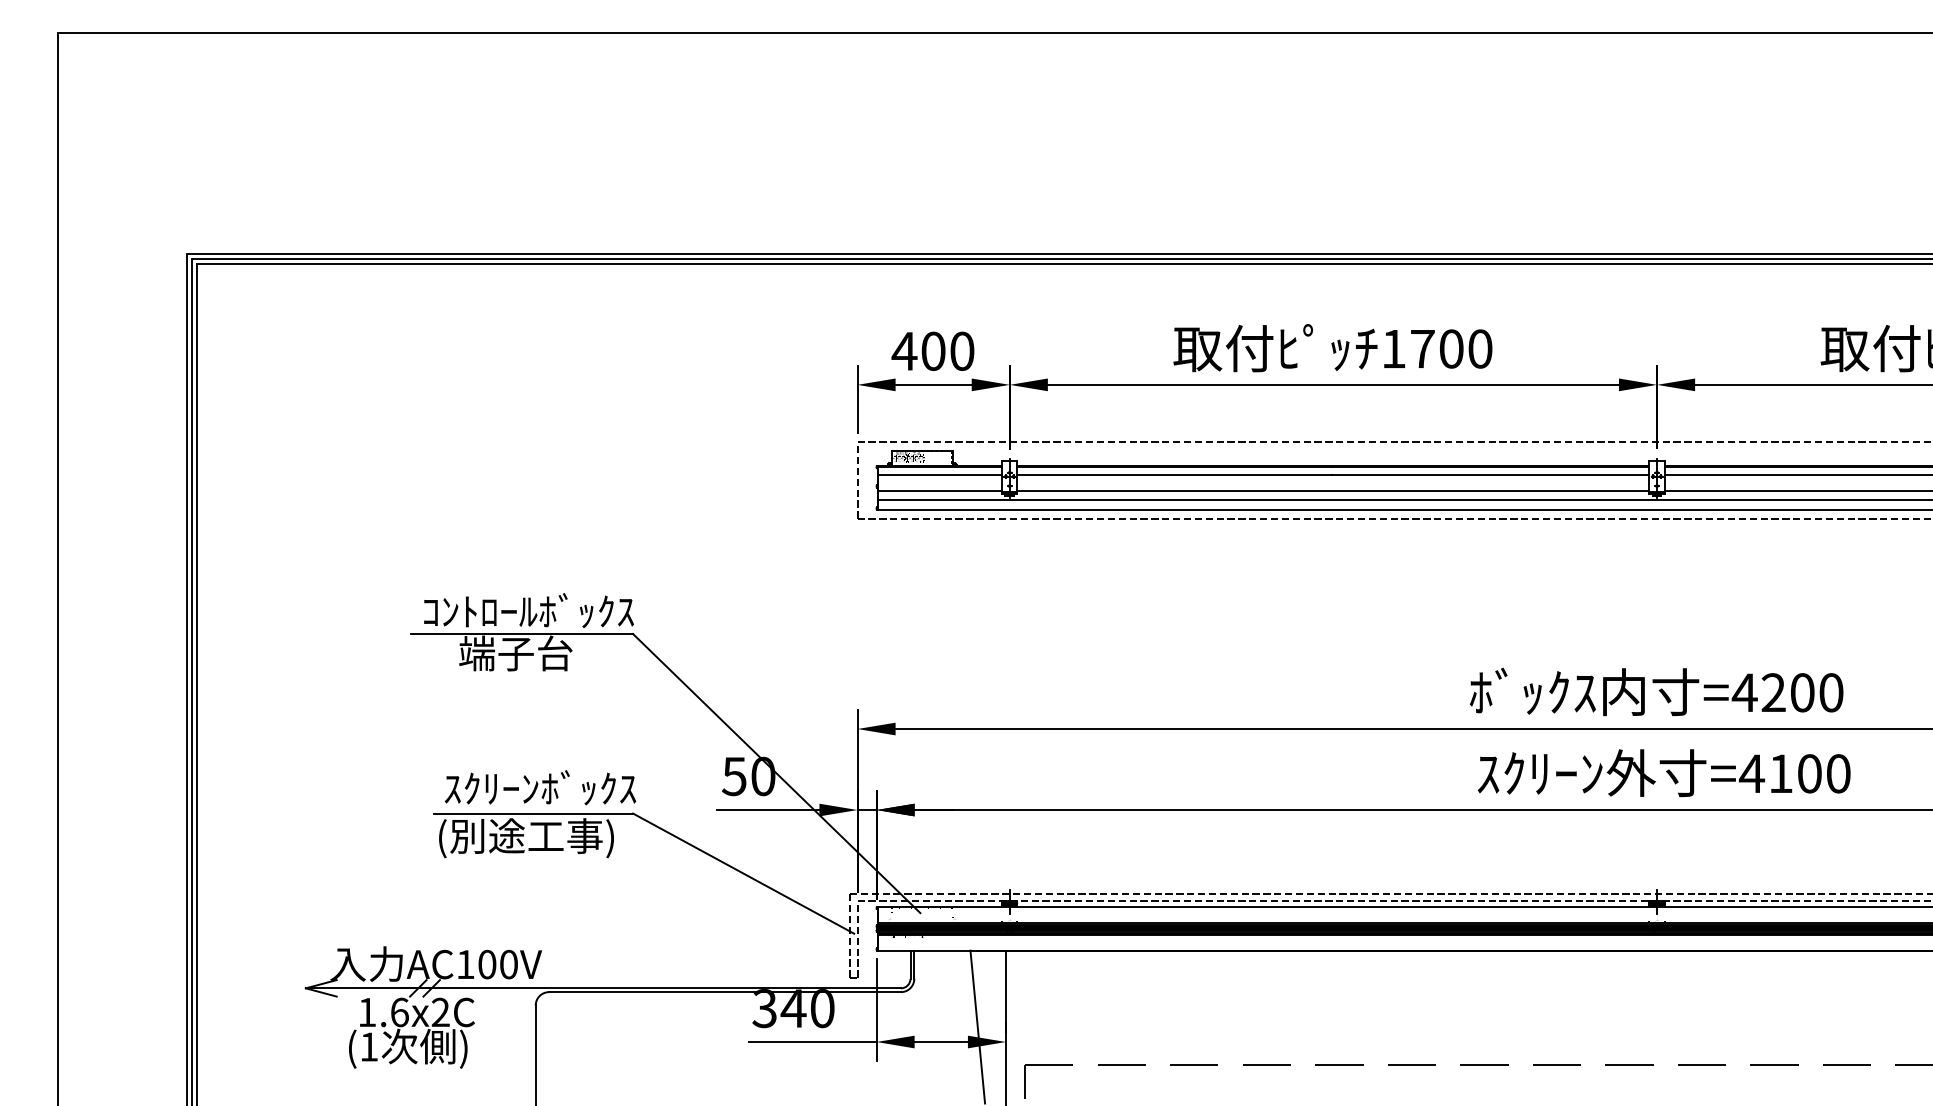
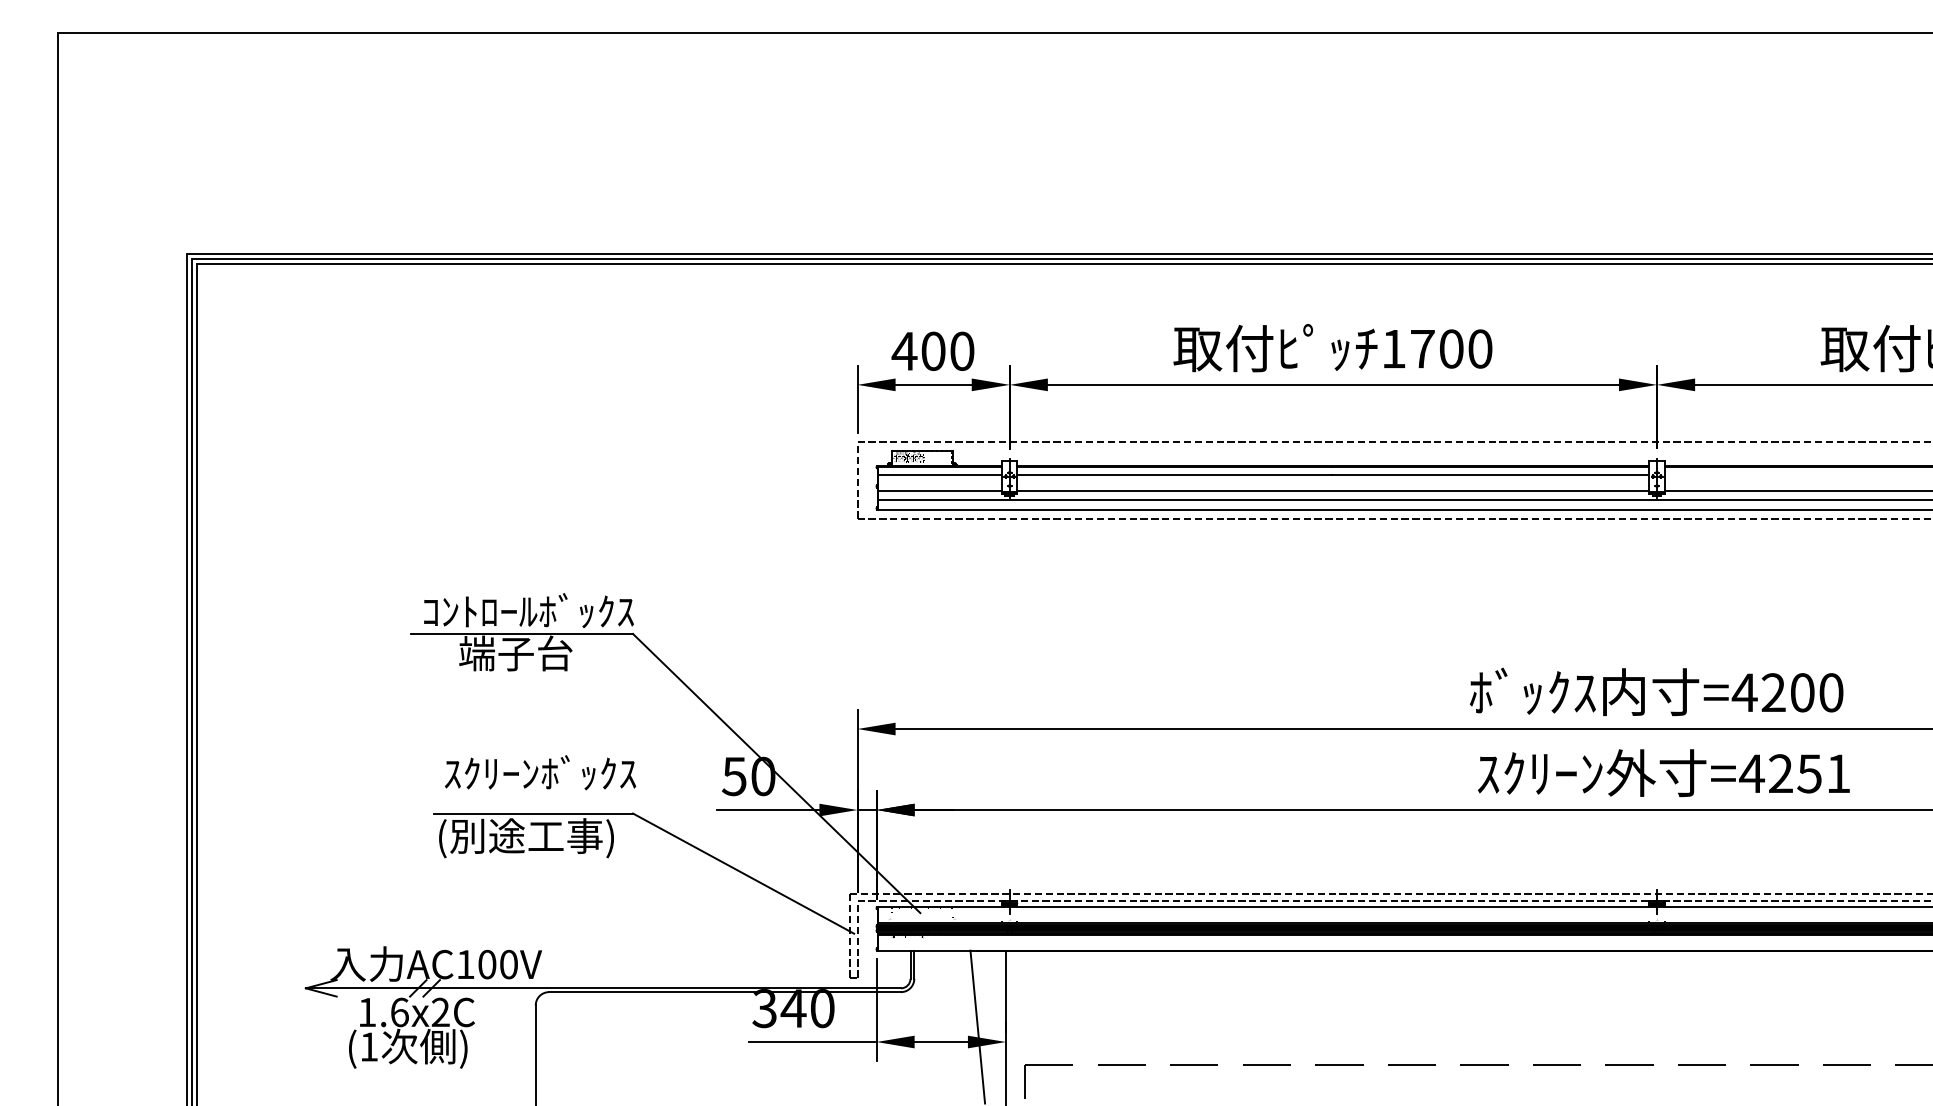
line at (1796, 474): present -> none
text at (1809, 773): =4100 -> =4251
text at (540, 787) position: (540, 787) -> (540, 772)
